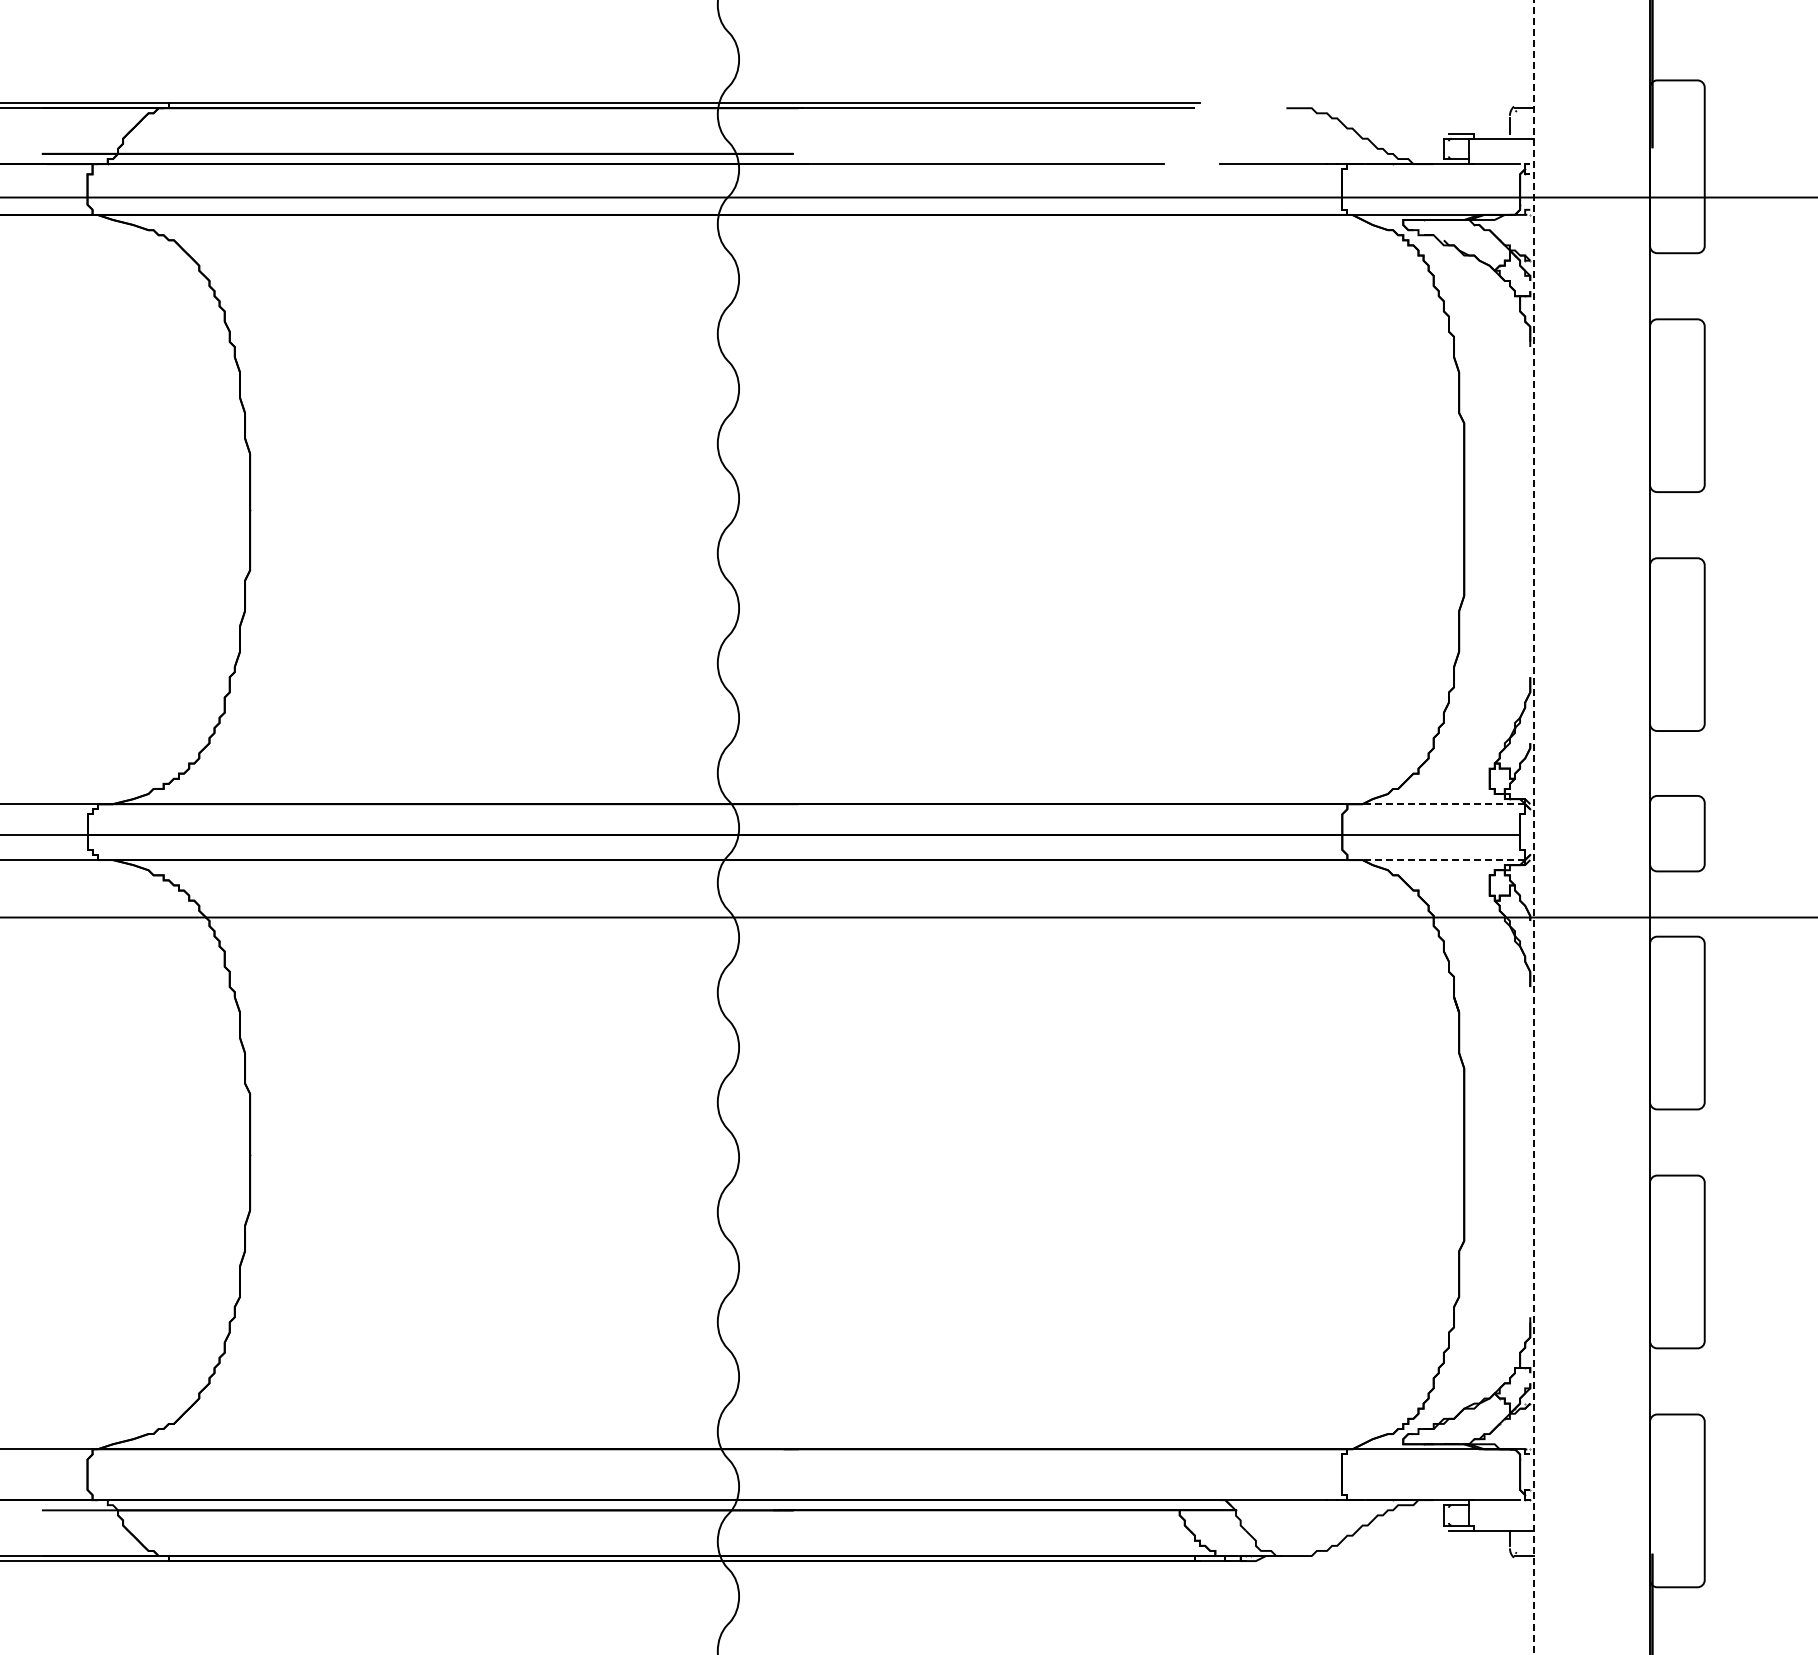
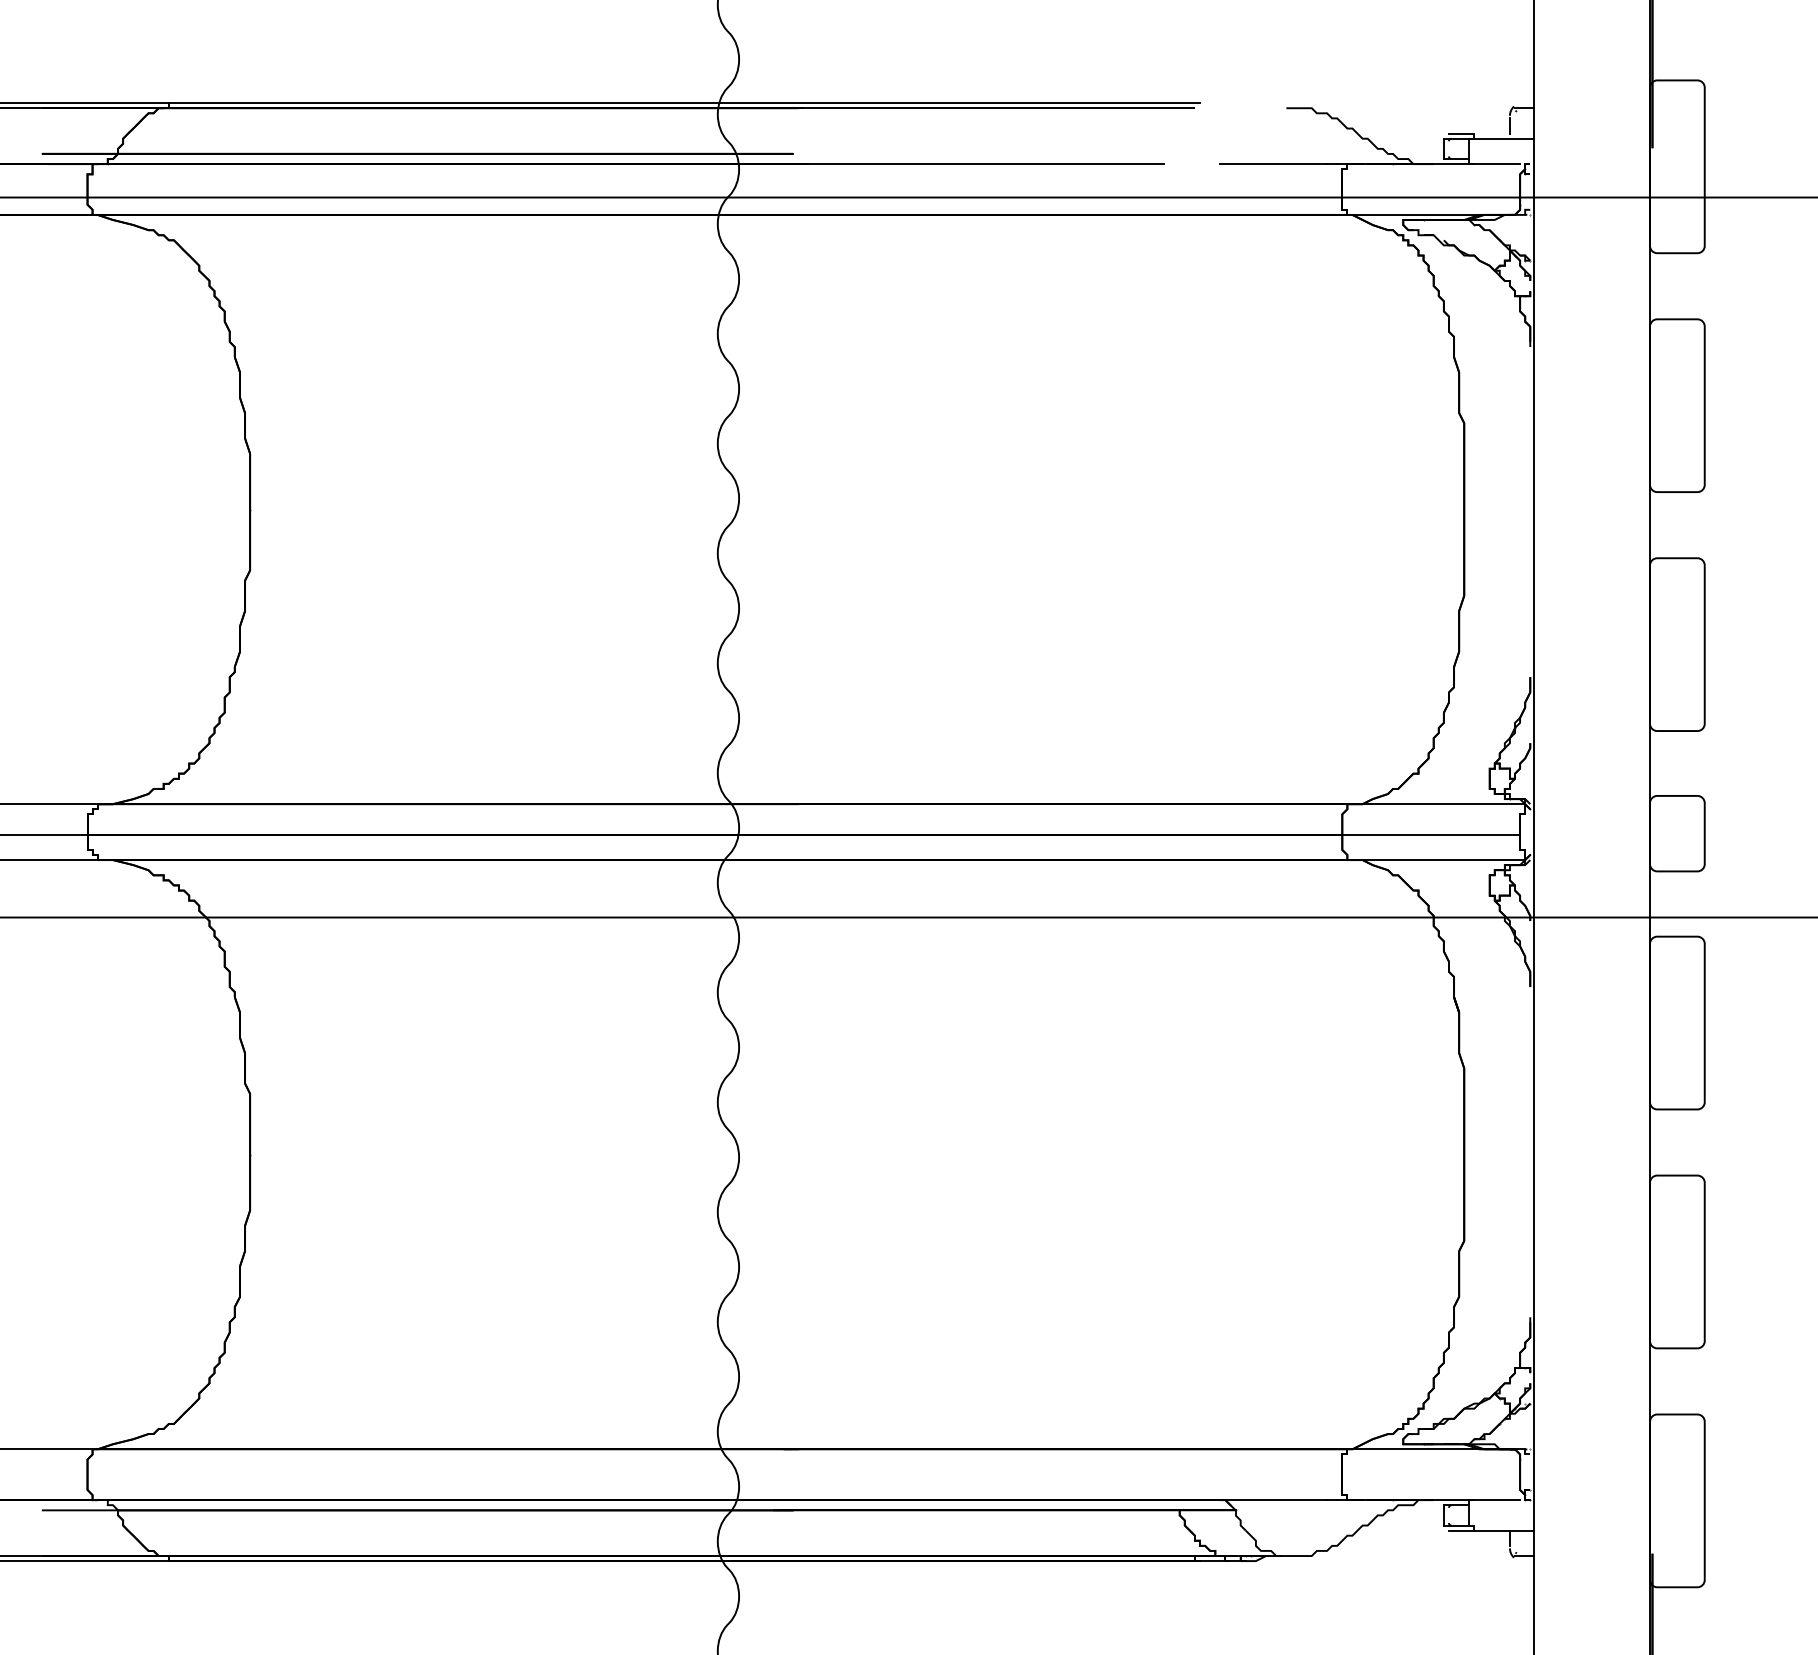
line at (1438, 804): dashed -> solid
line at (1533, 827): dashed -> solid
line at (1438, 860): dashed -> solid
